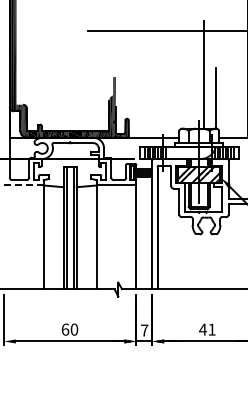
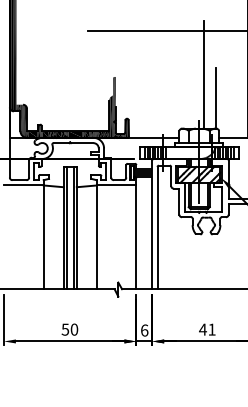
line at (23, 185): dashed -> solid
text at (65, 329): 60 -> 50
text at (144, 330): 7 -> 6
